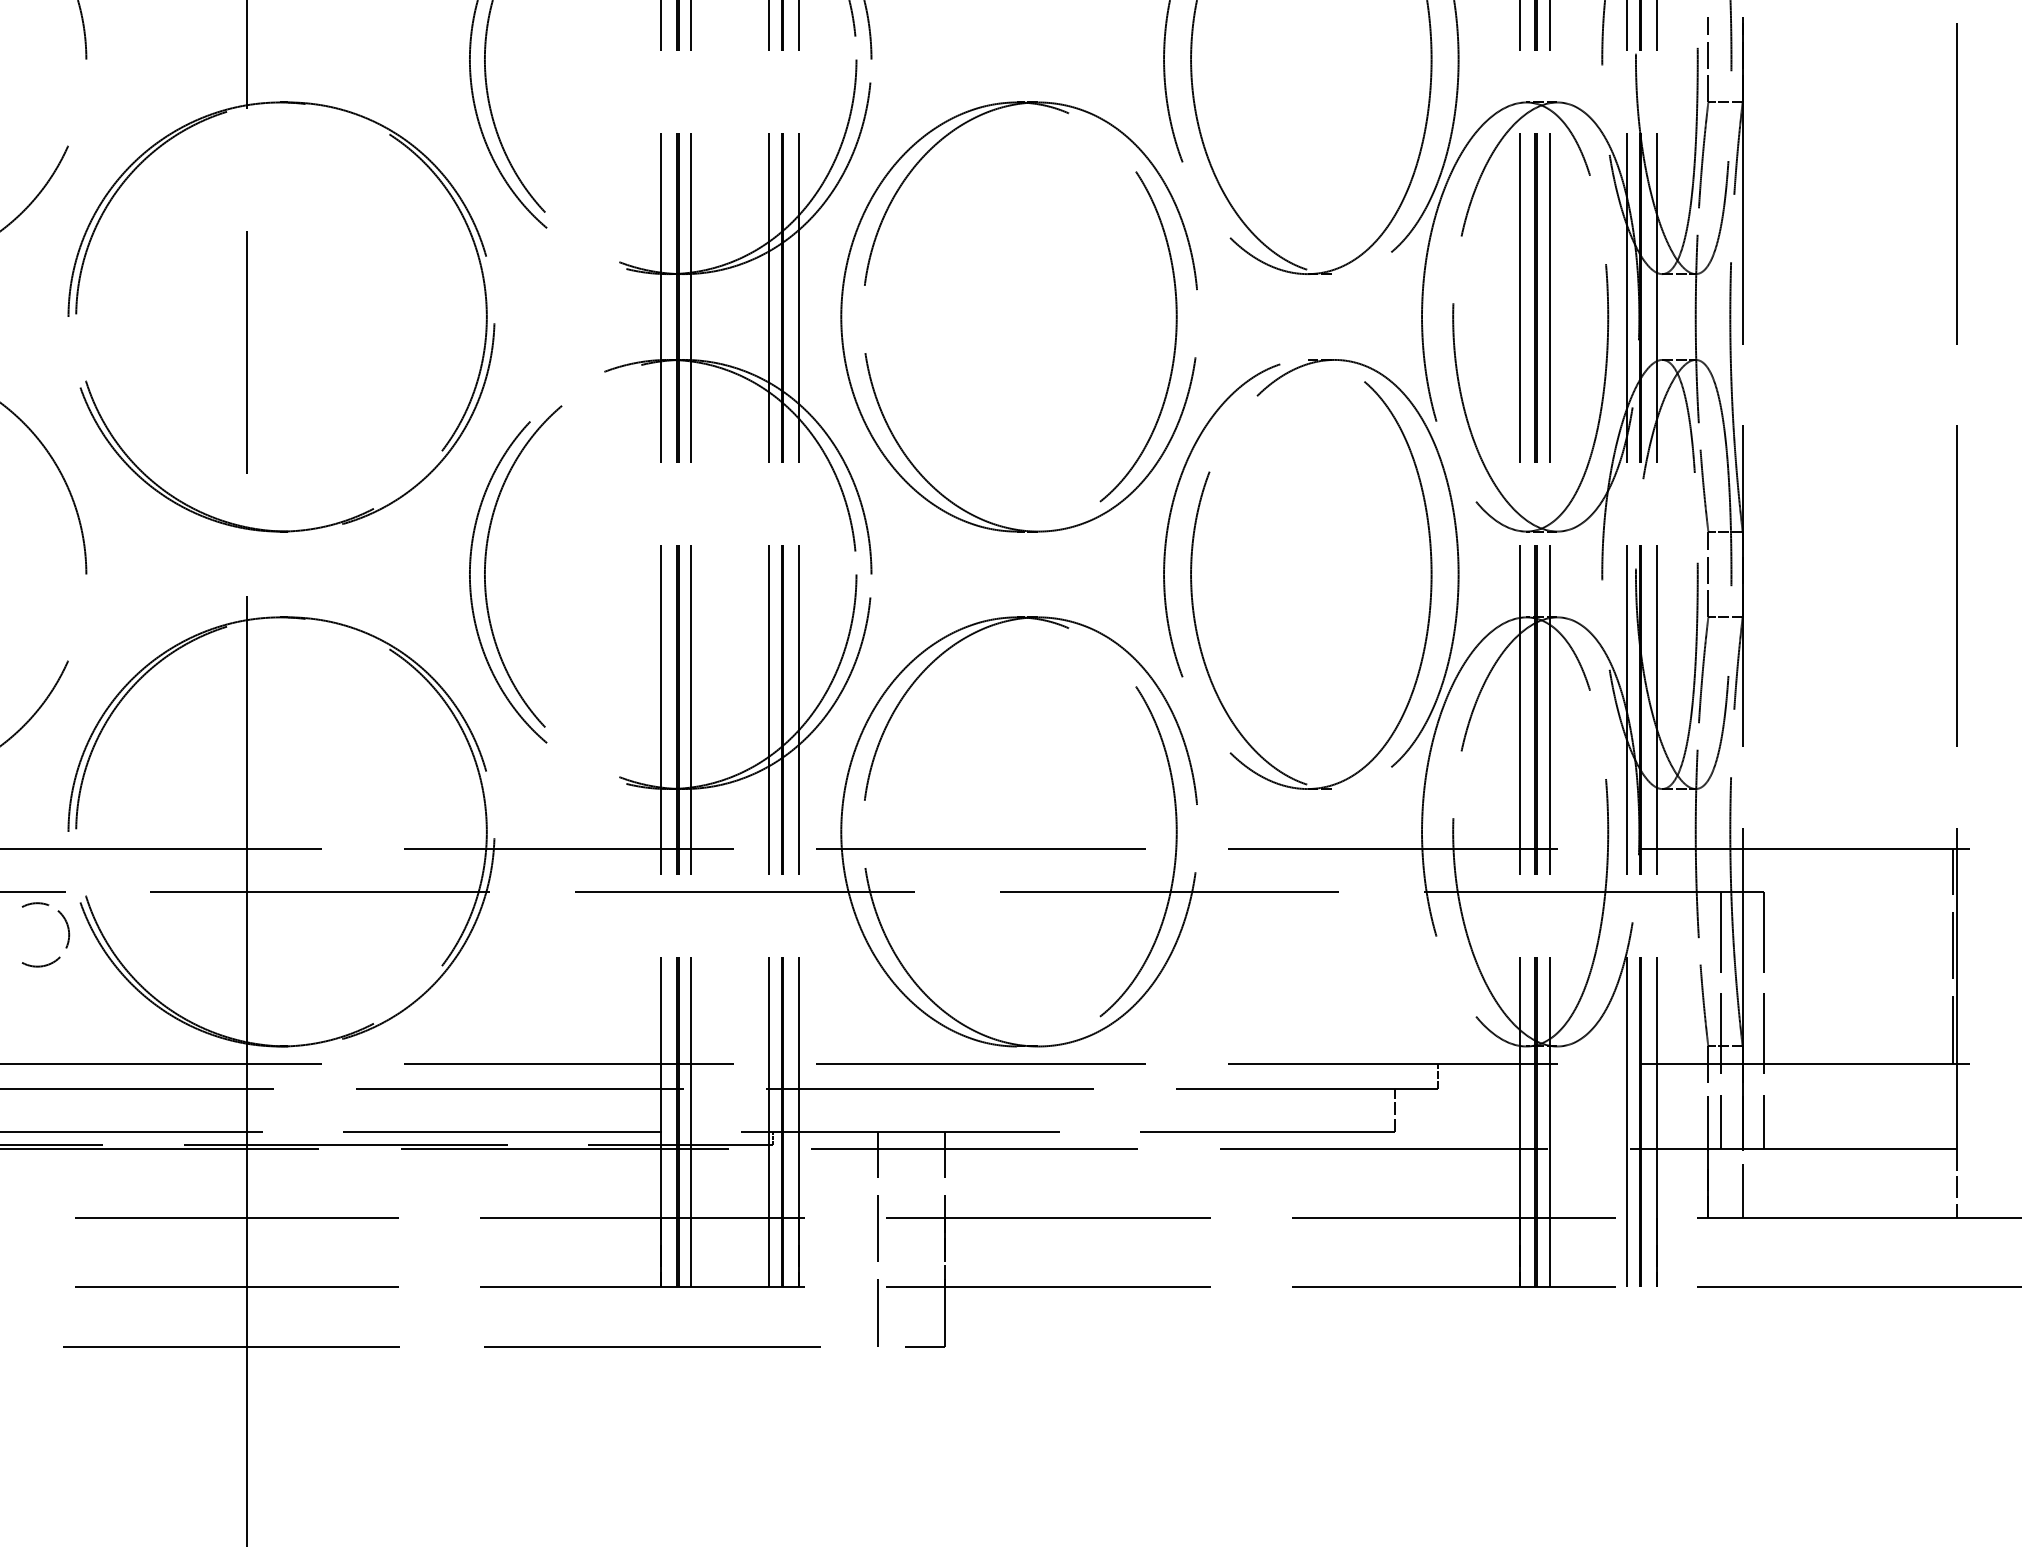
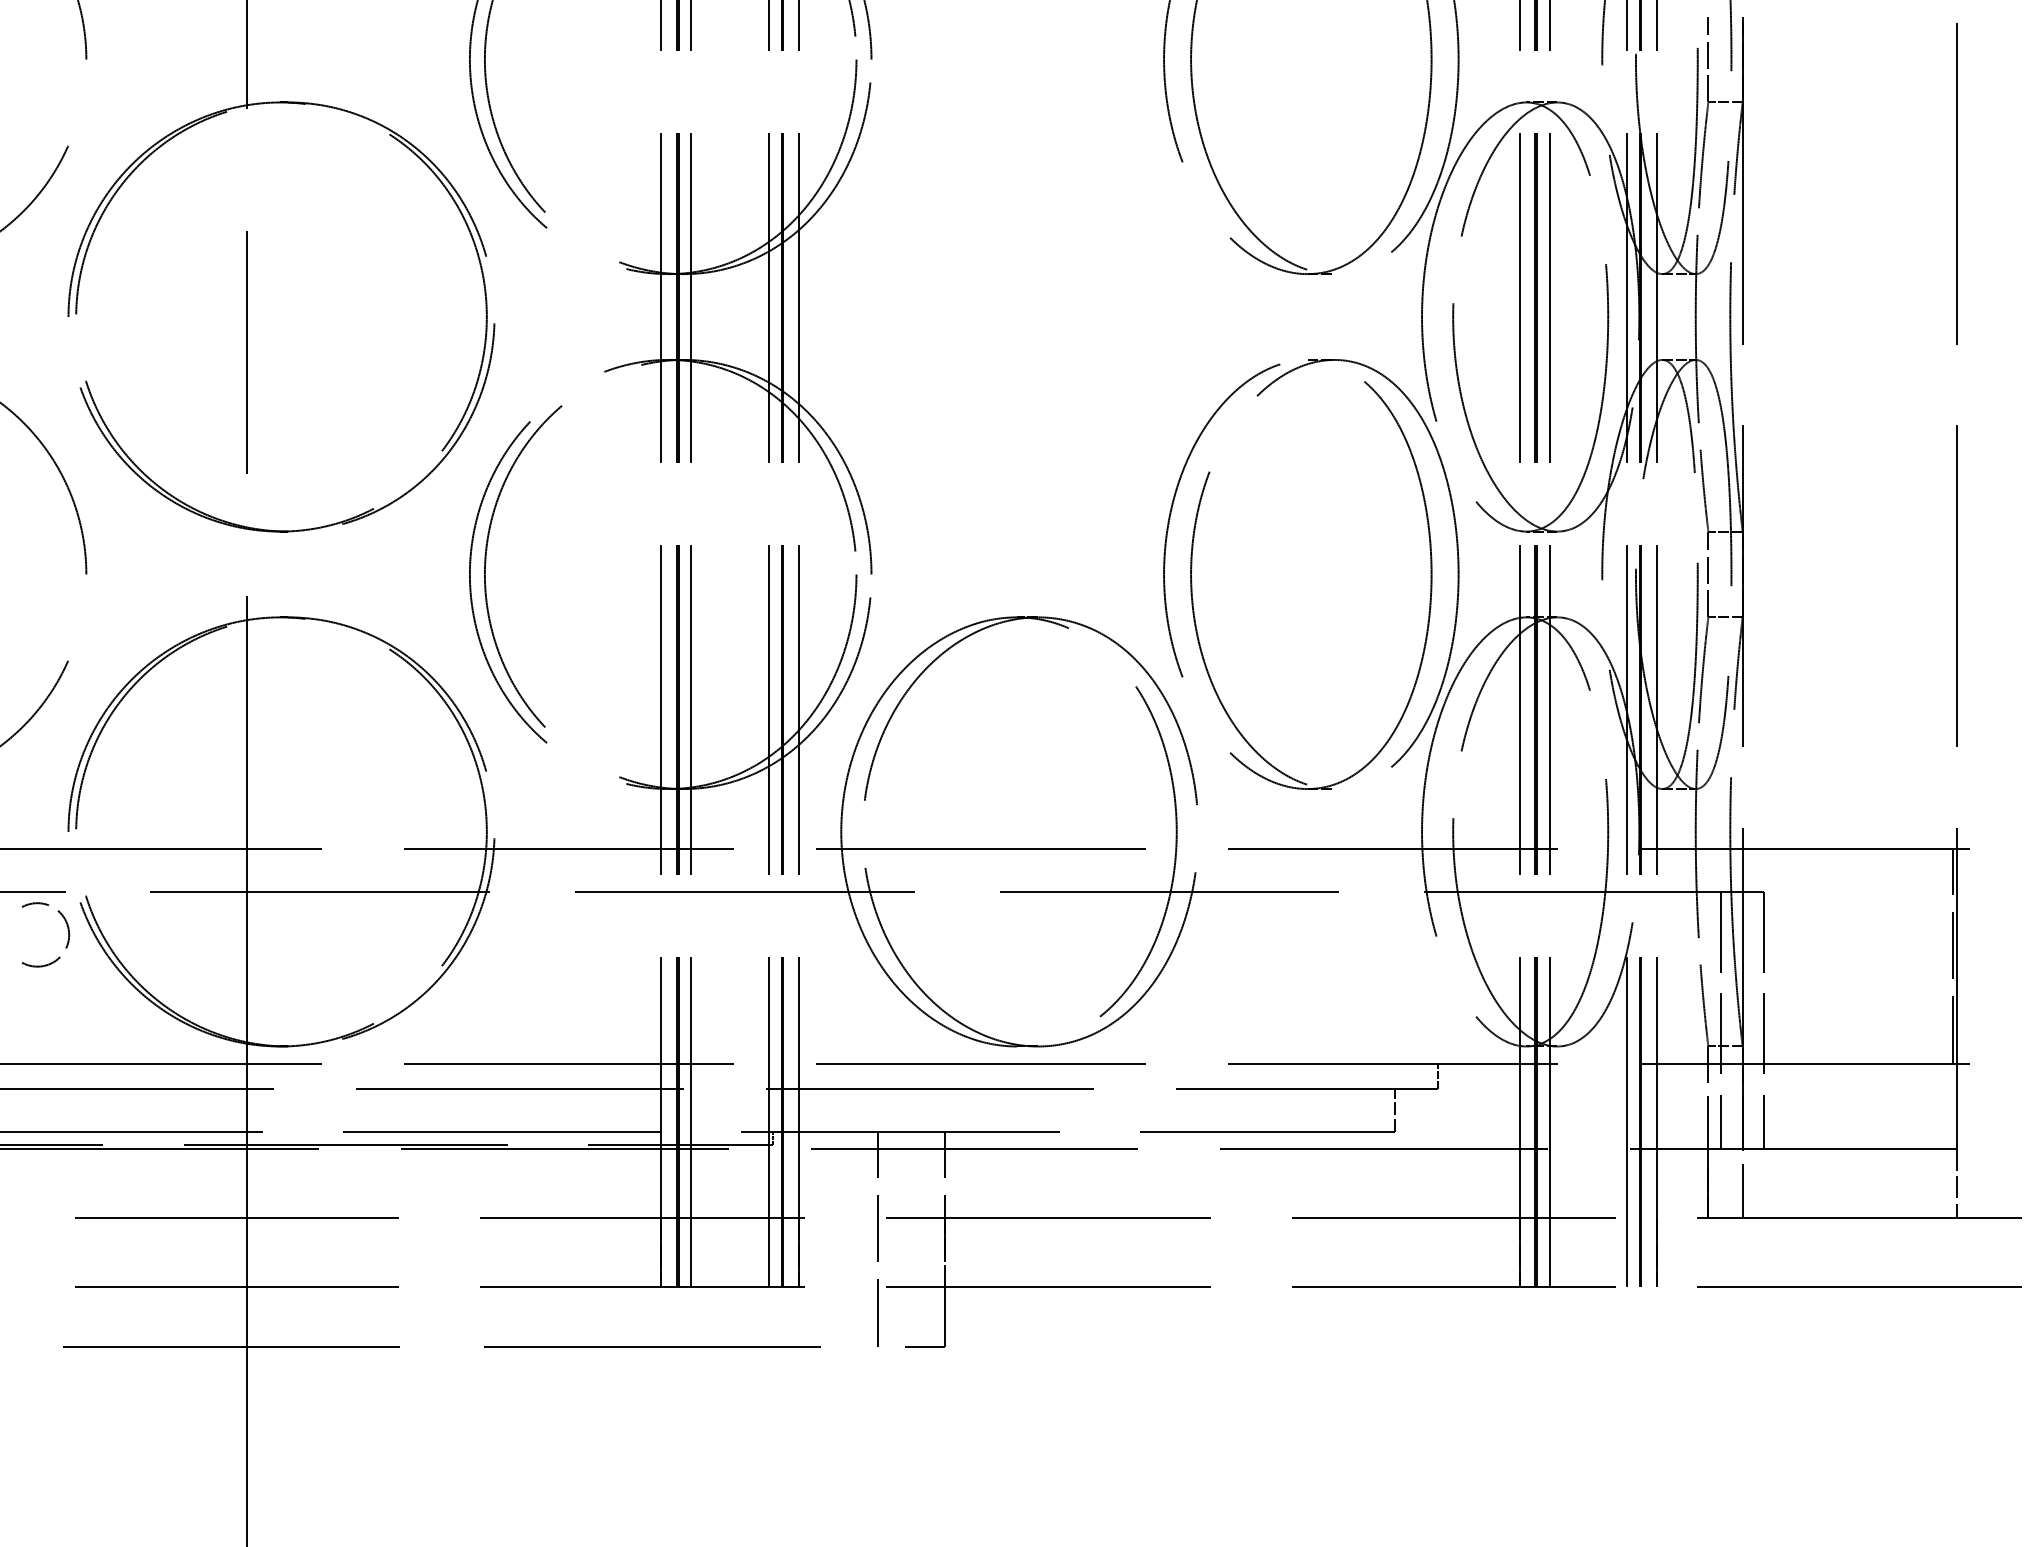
part at (866, 282): present -> none
